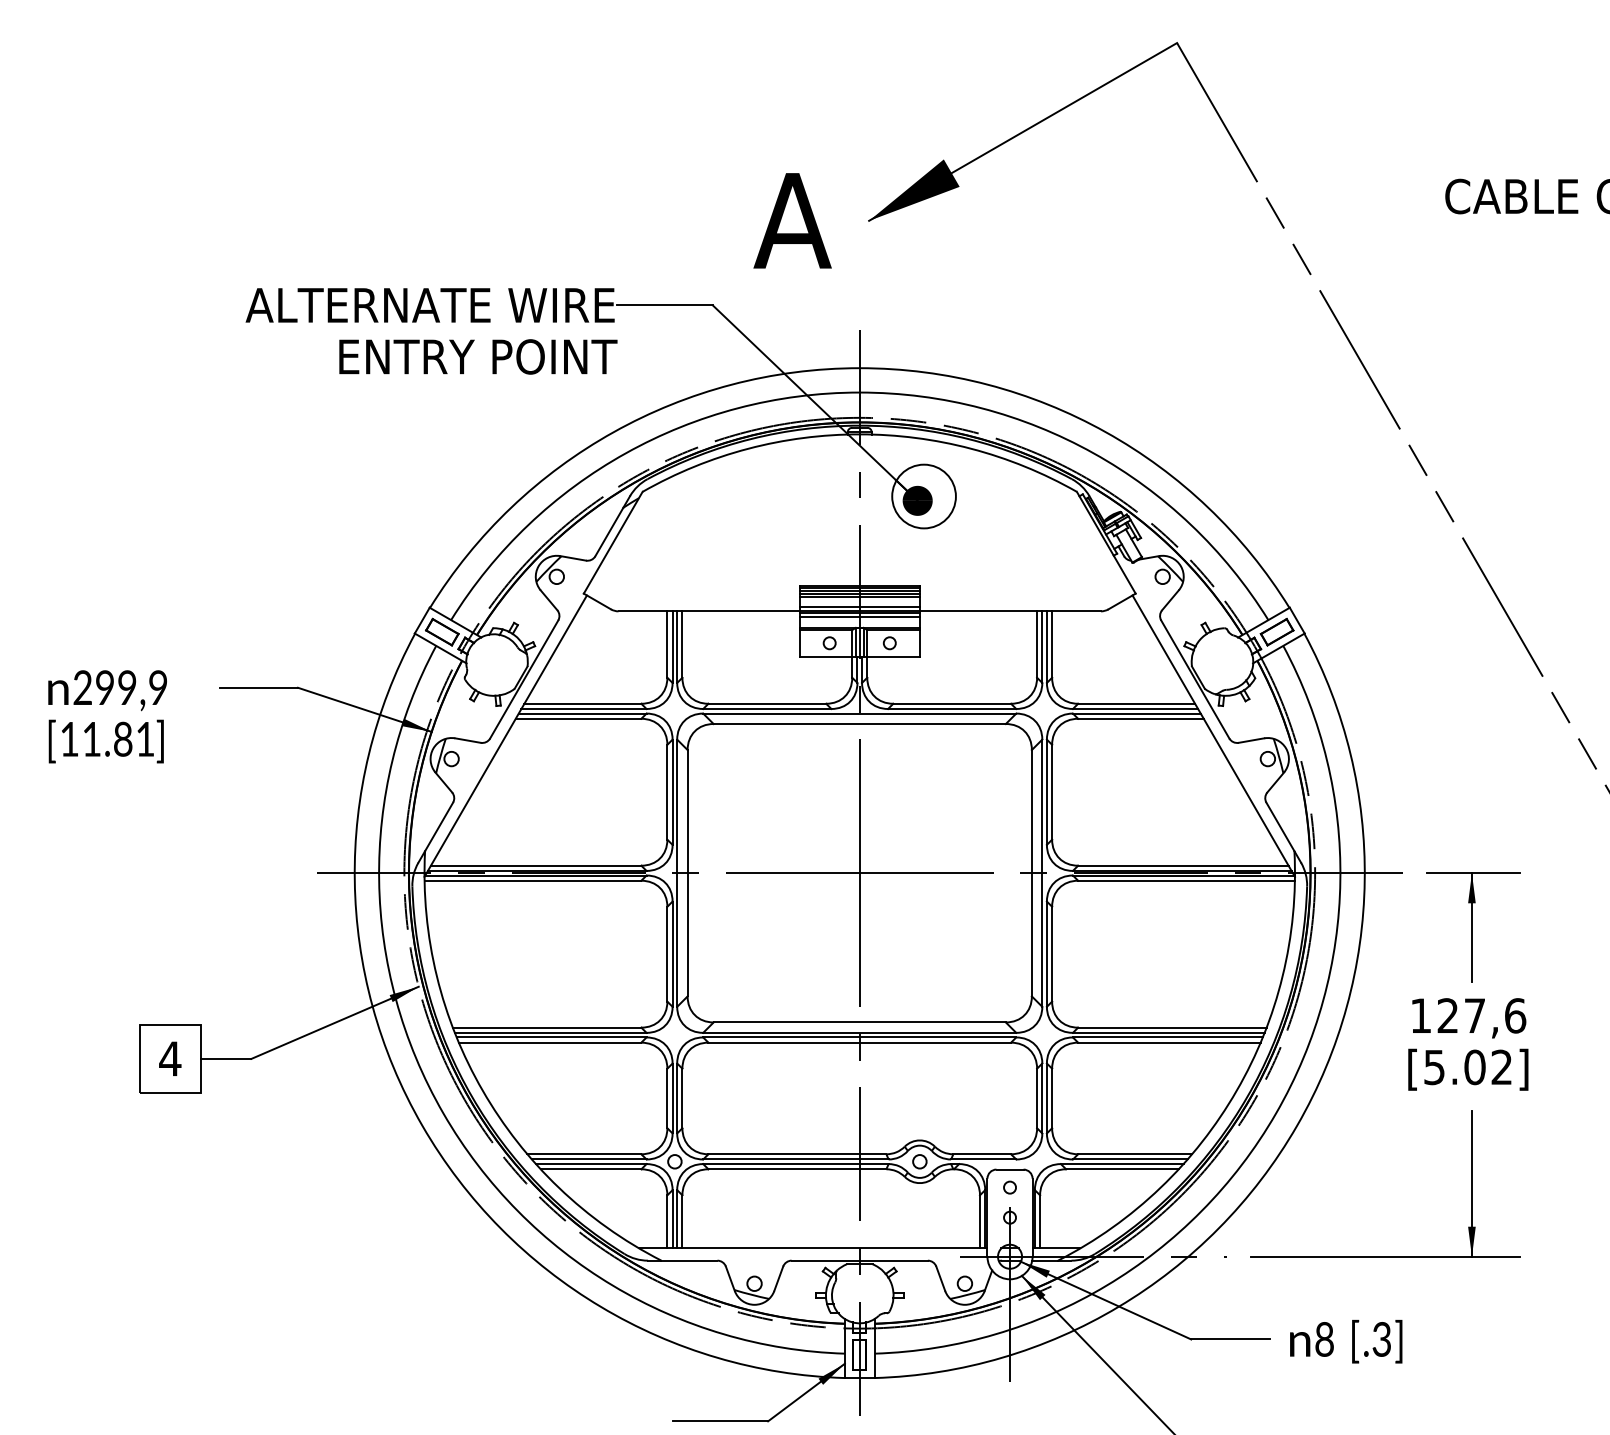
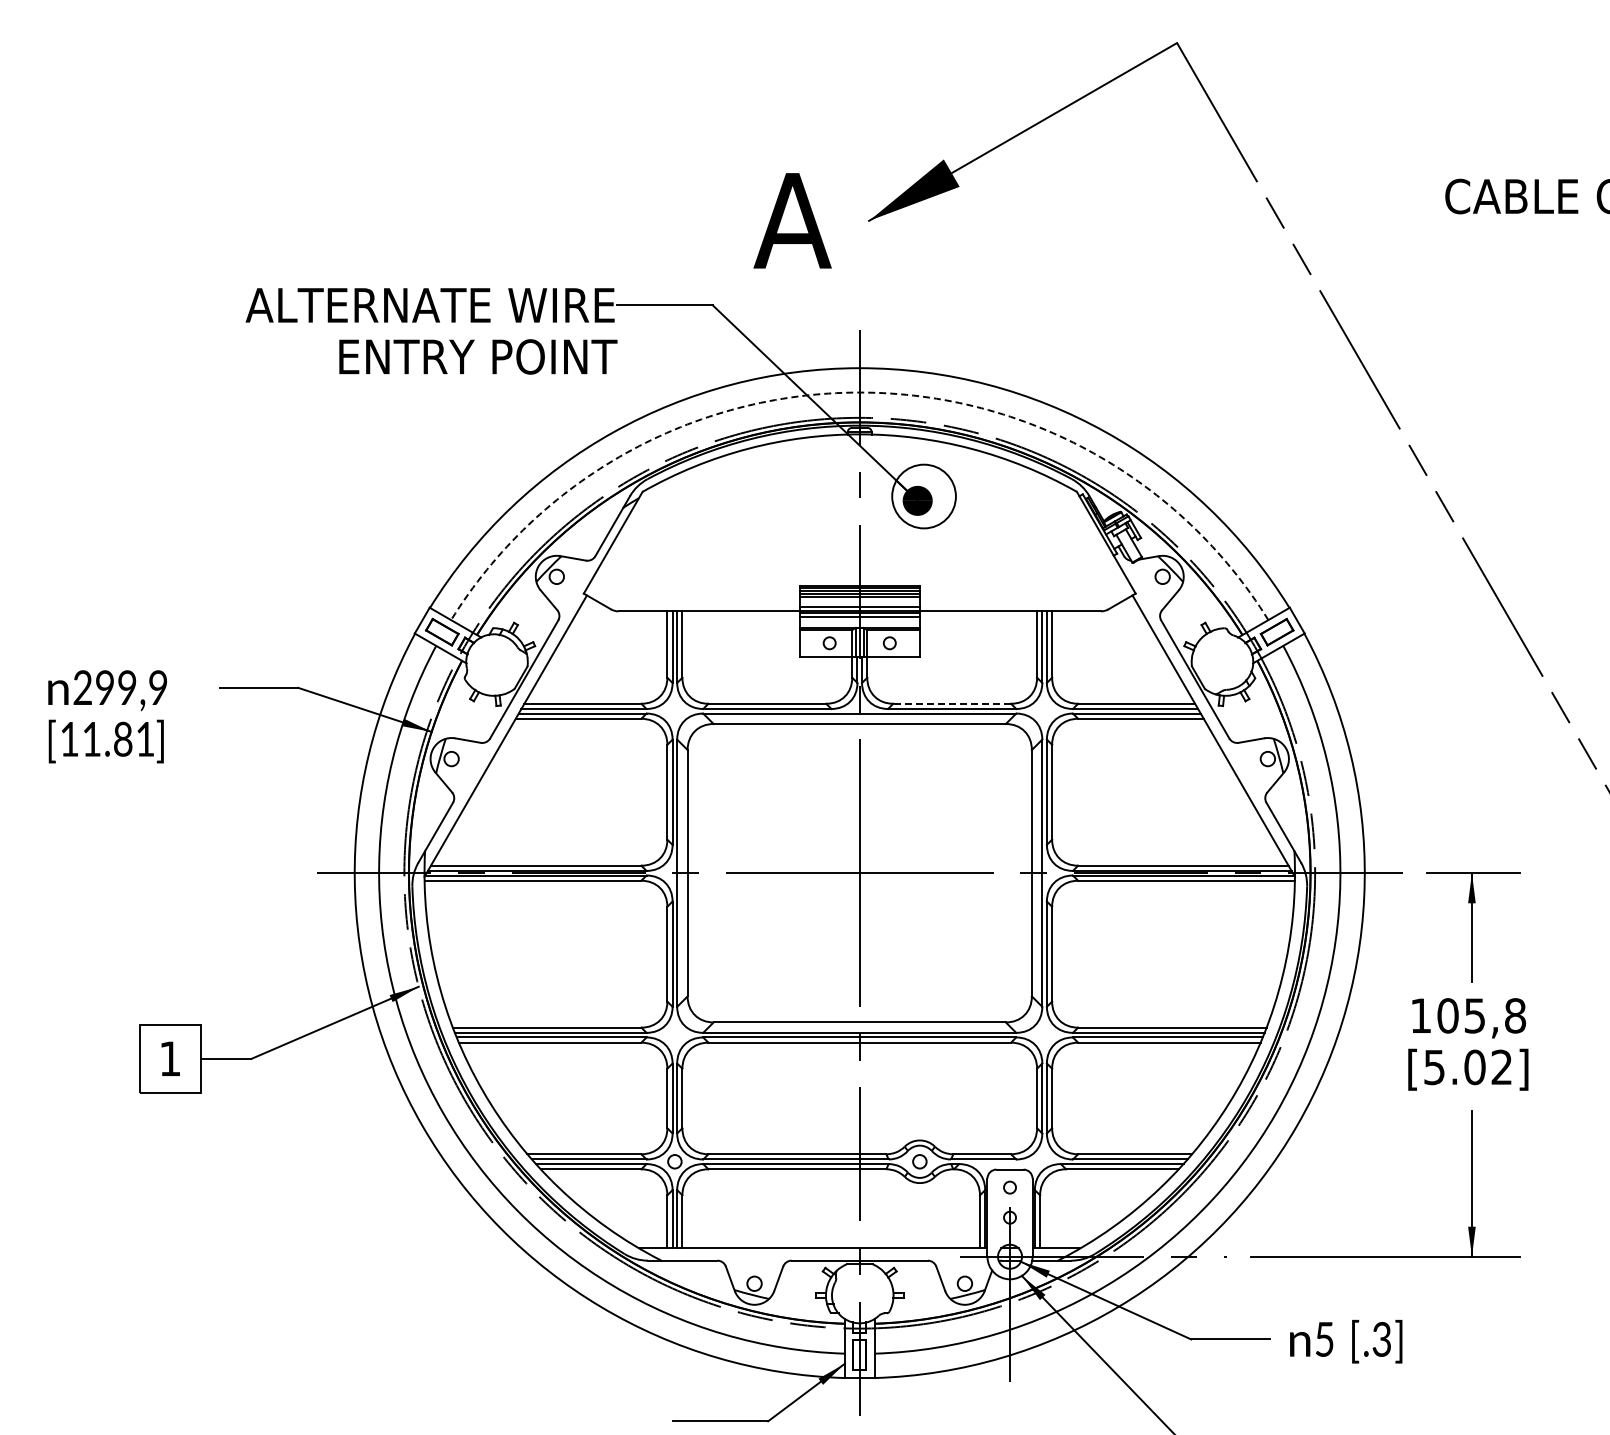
arc at (859, 392): solid -> dashed
line at (952, 703): solid -> dashed
text at (1481, 1015): 127,6 -> 105,8
text at (170, 1058): 4 -> 1
text at (1324, 1339): 8 -> 5
